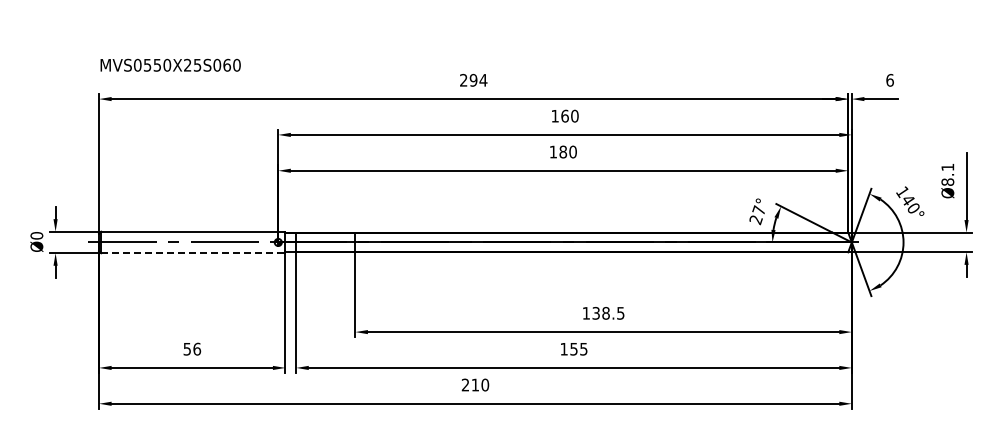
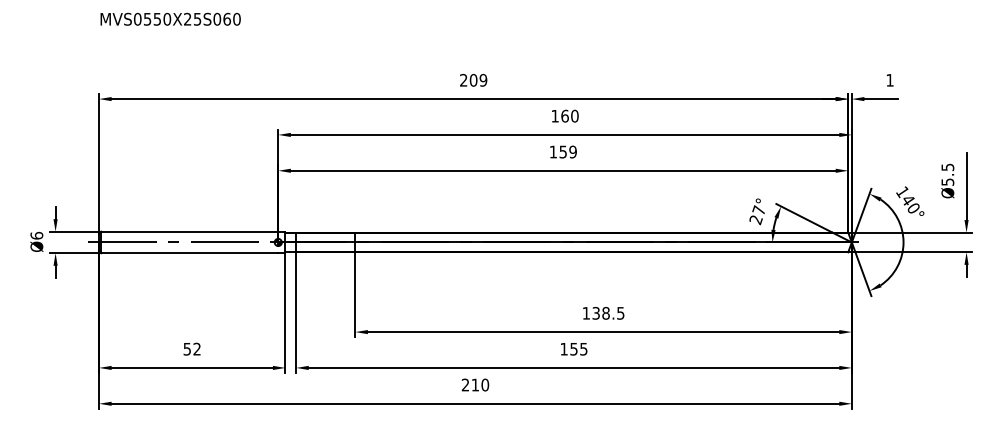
text at (170, 64) position: (170, 64) -> (170, 18)
text at (478, 79): 294 -> 209
text at (889, 80): 6 -> 1
text at (567, 151): 180 -> 159
text at (947, 174): Ø8.1 -> Ø5.5
text at (36, 235): Ø0 -> Ø6
line at (189, 253): dashed -> solid
text at (197, 348): 56 -> 52
